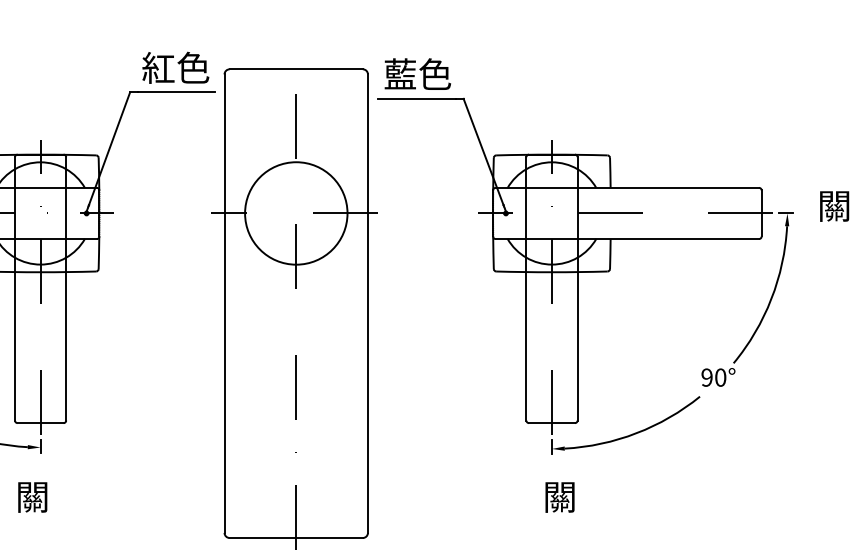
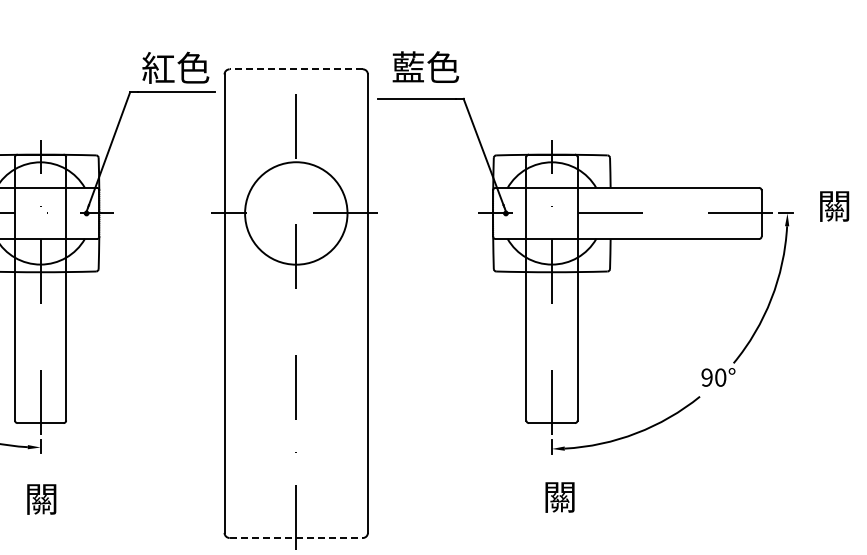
line at (296, 69): solid -> dashed
text at (417, 73) position: (417, 73) -> (425, 66)
text at (32, 497) position: (32, 497) -> (41, 499)
line at (296, 538): solid -> dashed
